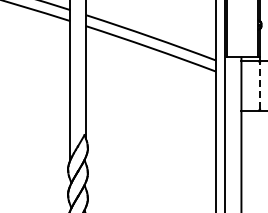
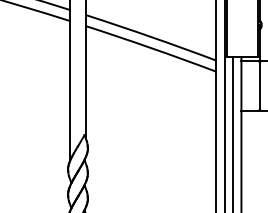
line at (260, 86): dashed -> solid
line at (233, 133): none -> present
